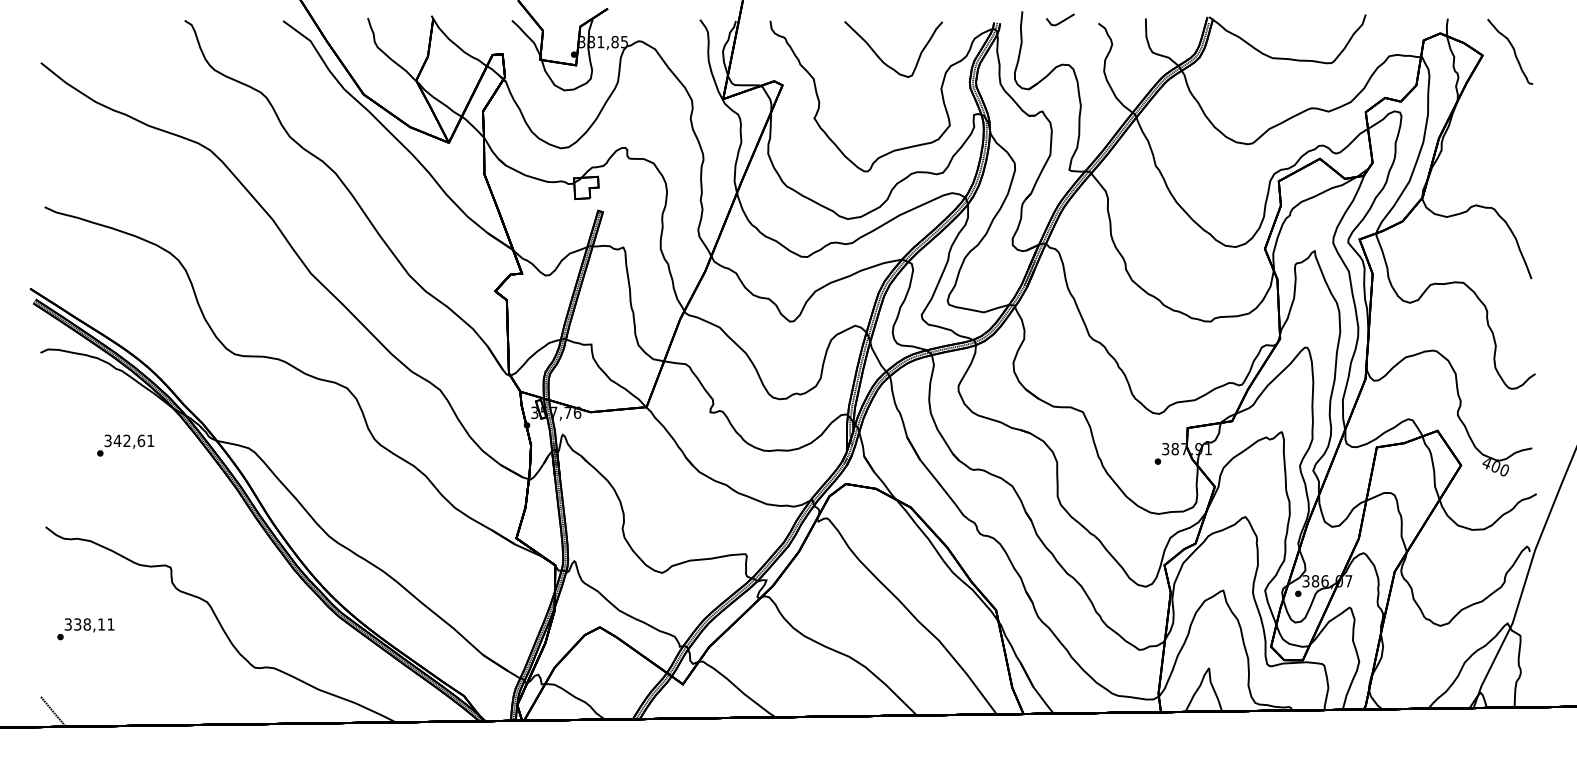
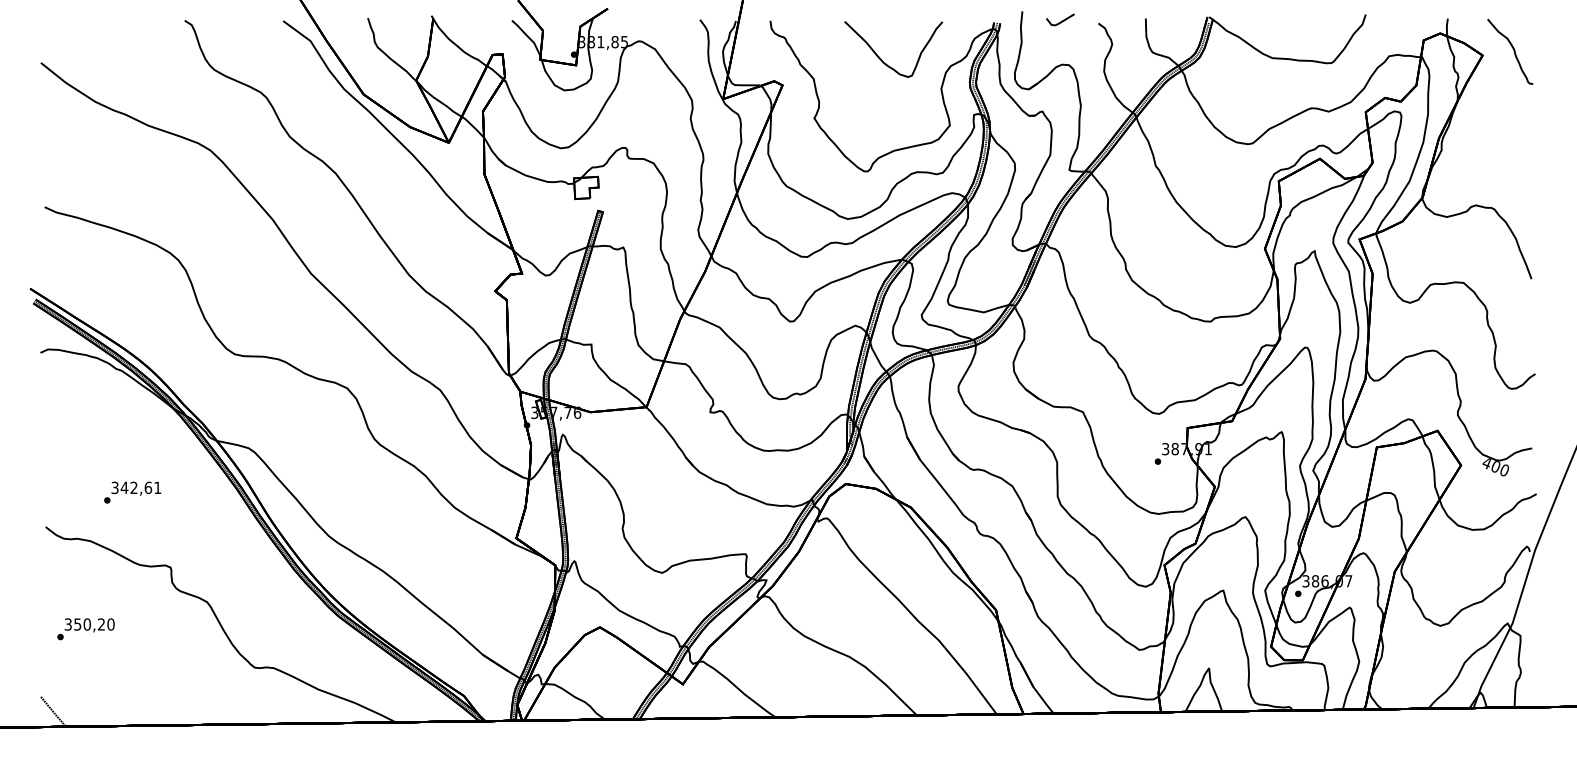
text at (125, 445) position: (125, 445) -> (132, 492)
text at (94, 624): 338,11 -> 350,20
